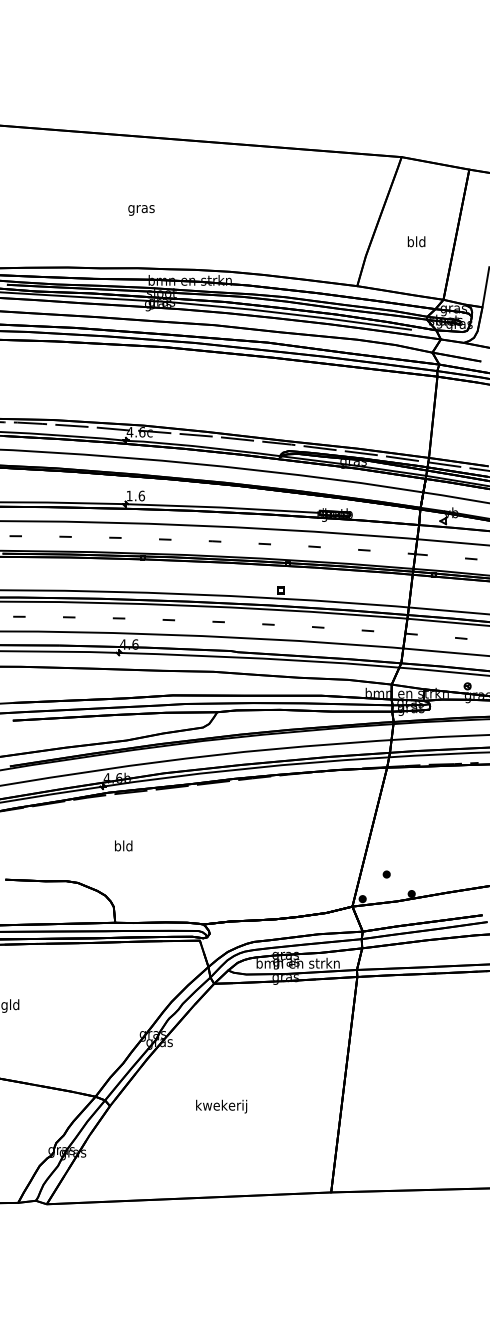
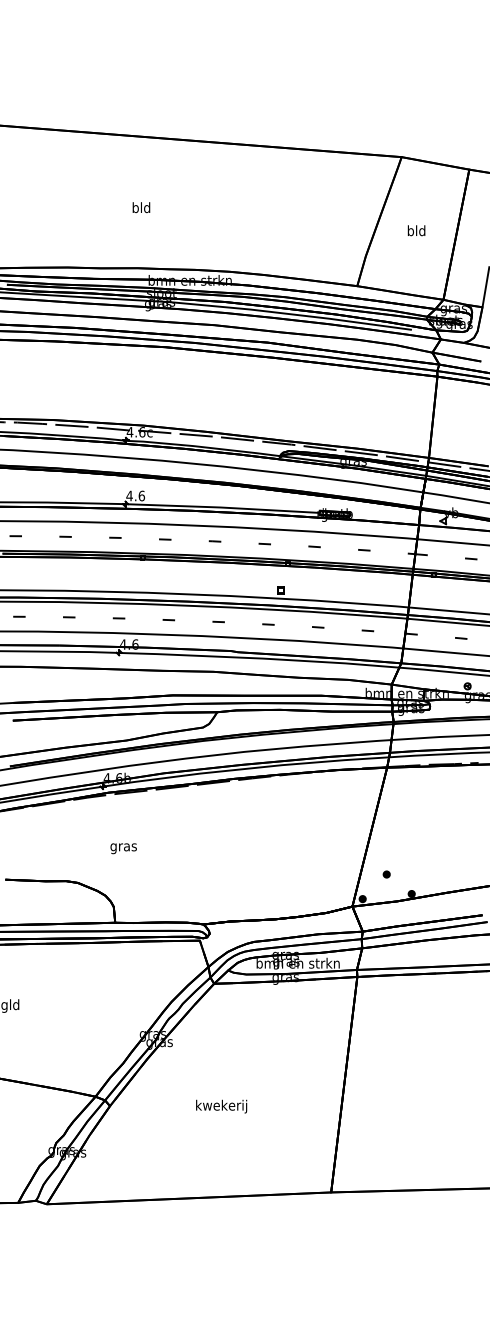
text at (141, 208): gras -> bld
text at (416, 241) position: (416, 241) -> (416, 230)
text at (129, 495): 1.6 -> 4.6
text at (123, 847): bld -> gras
